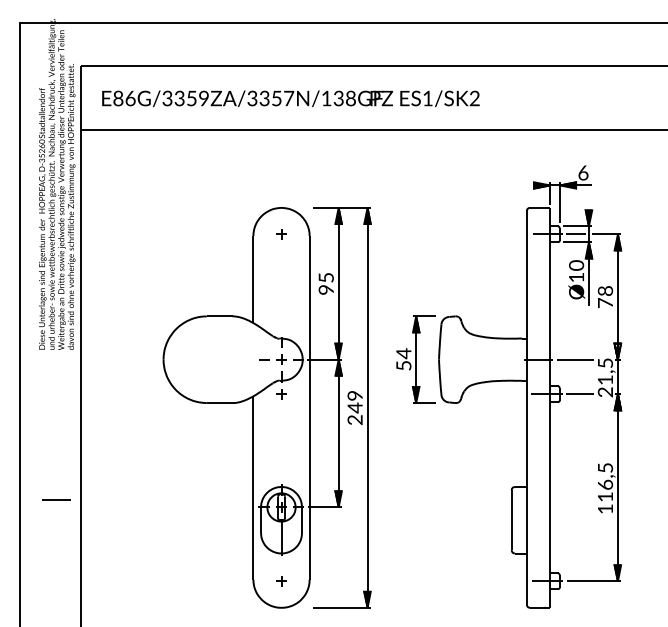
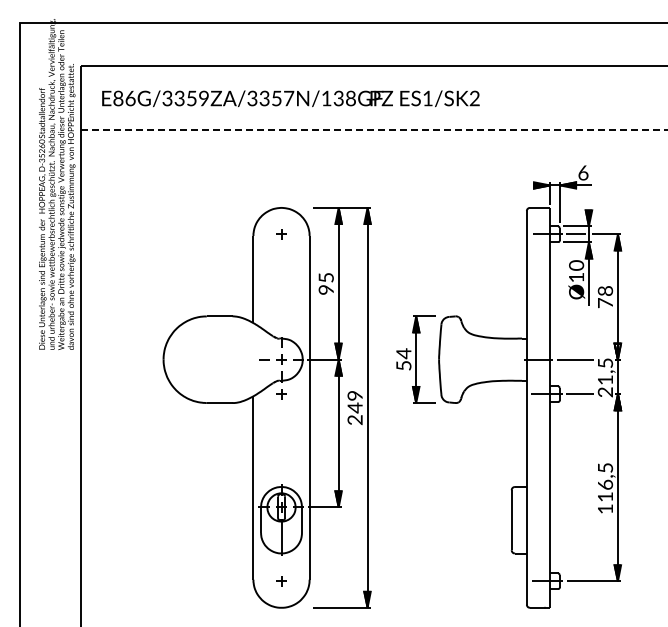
line at (374, 129): solid -> dashed
line at (56, 499): present -> none
